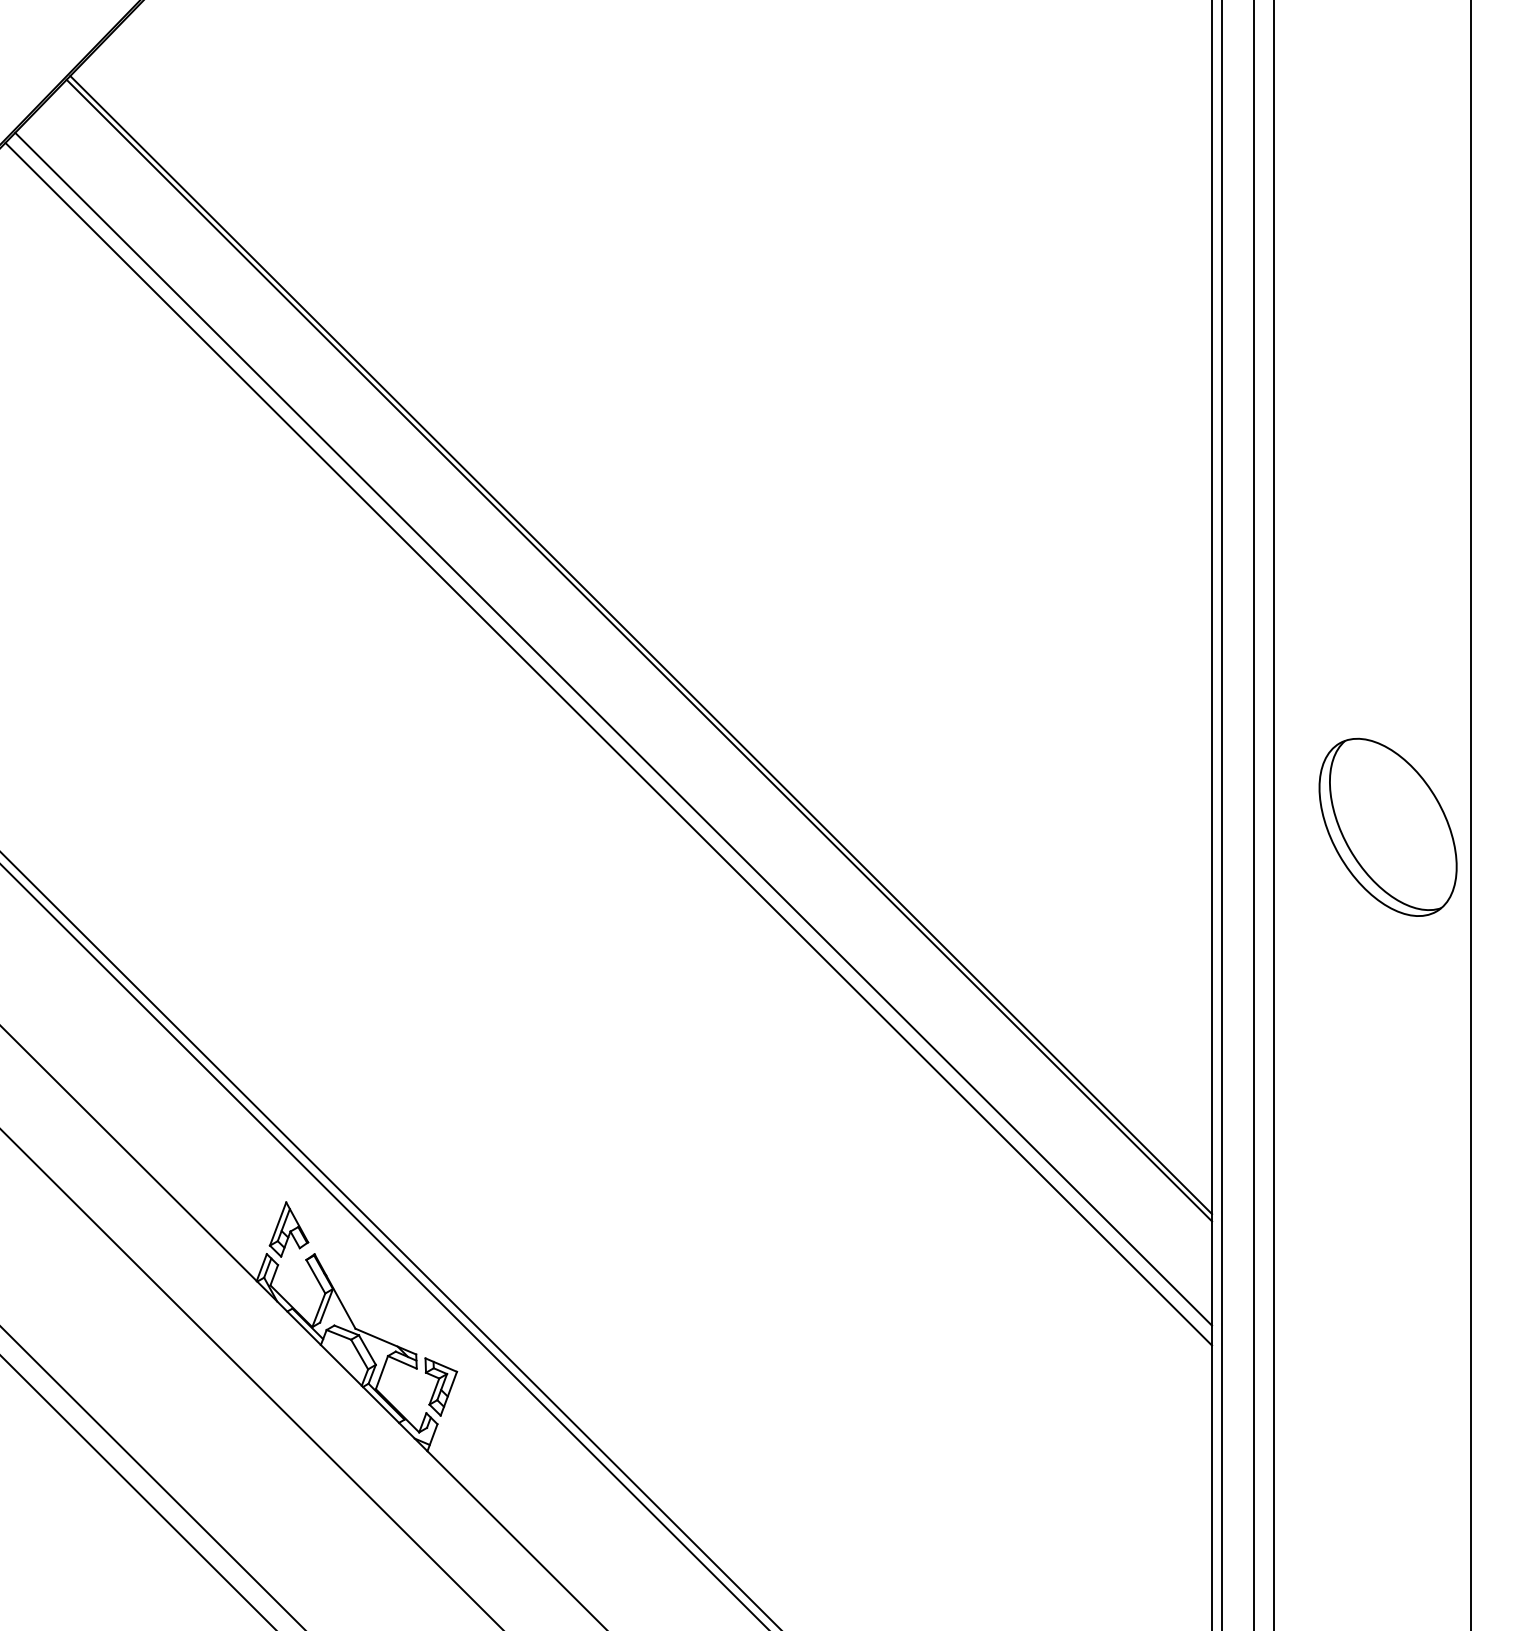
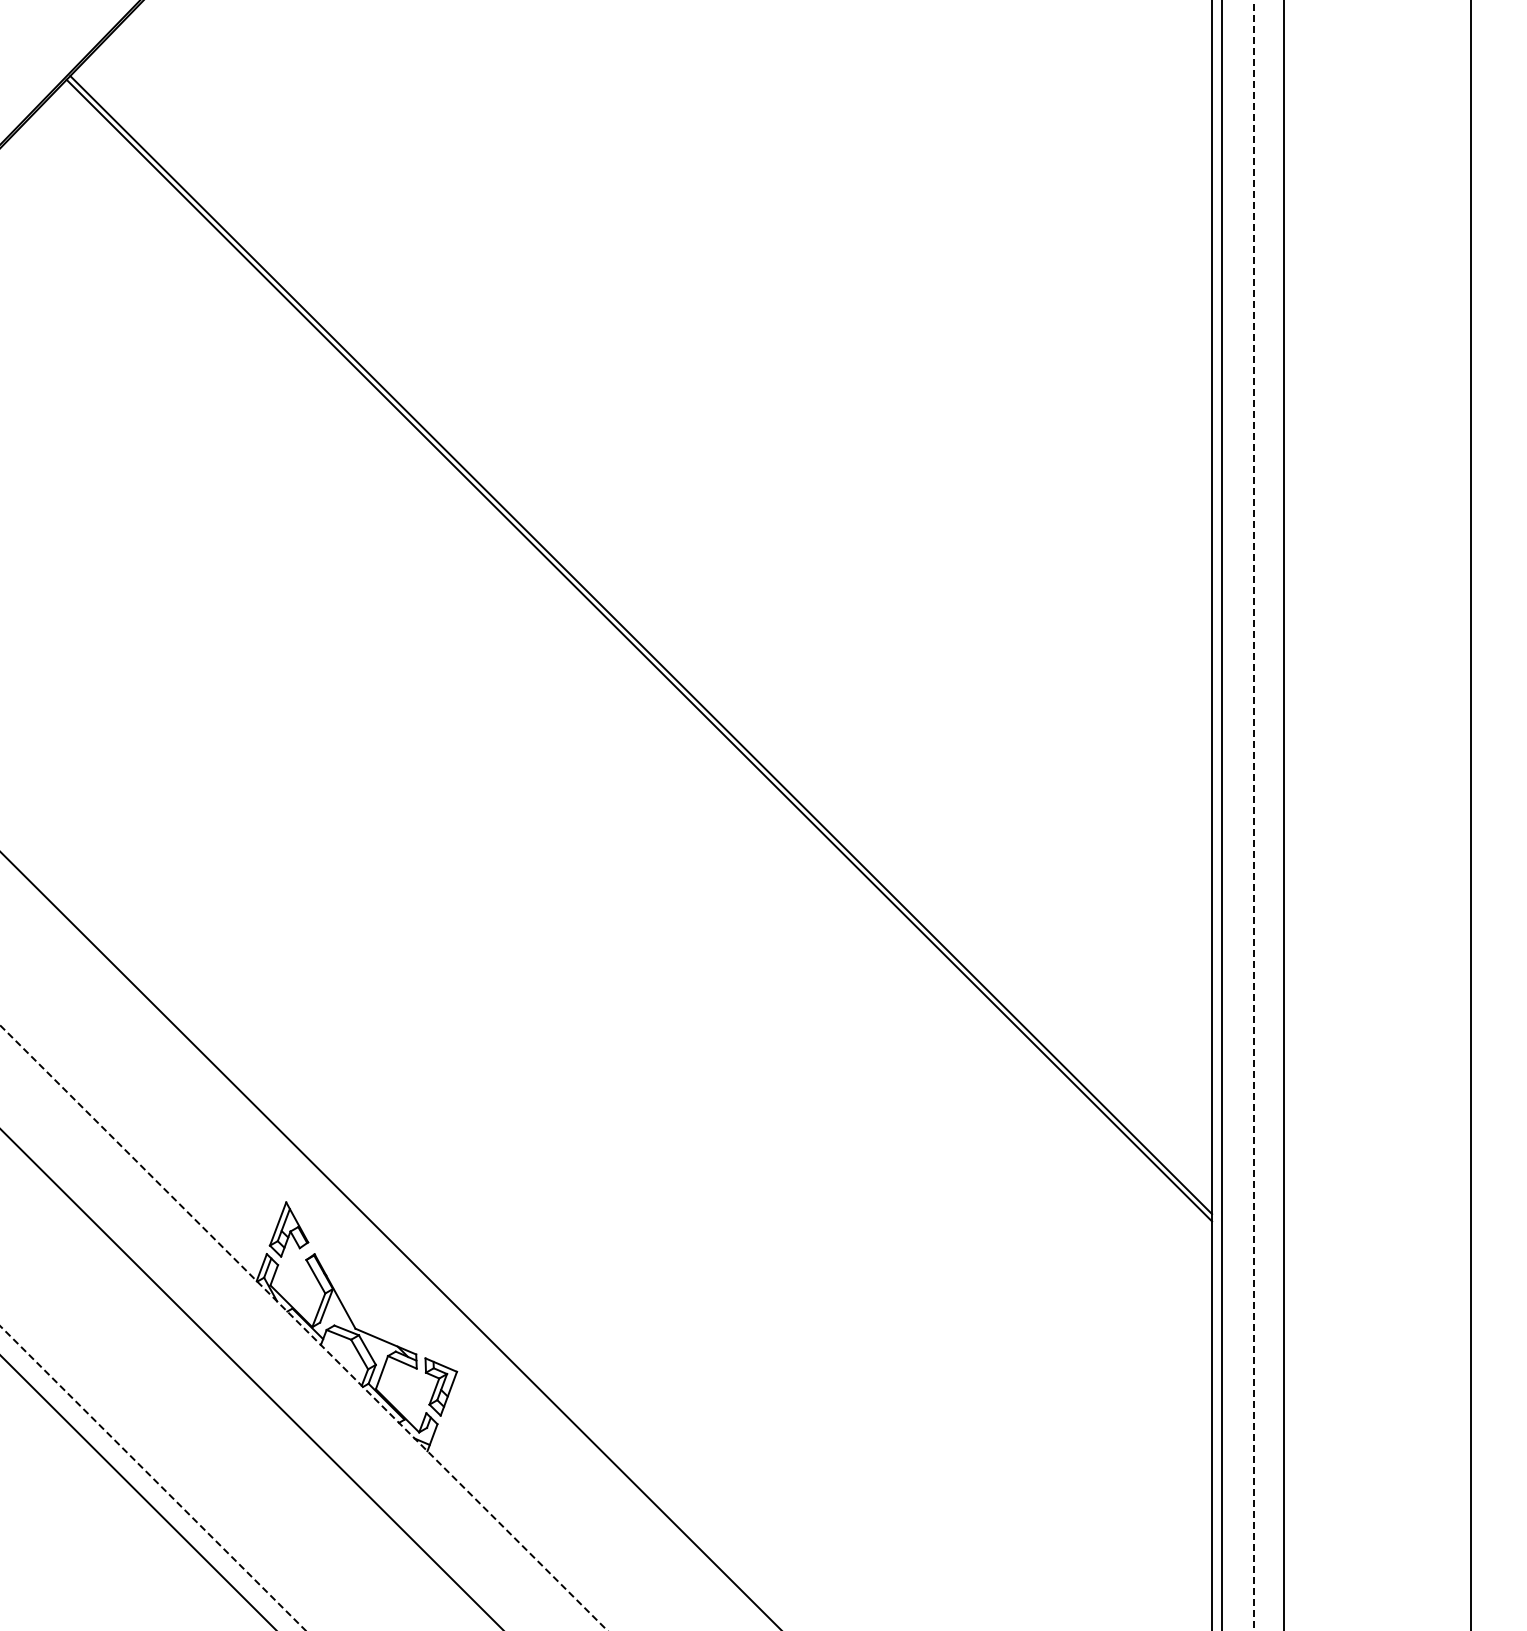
line at (613, 728): present -> none
line at (608, 743): present -> none
line at (1274, 814) position: (1274, 814) -> (1284, 814)
line at (1253, 815): solid -> dashed
part at (1387, 826): present -> none
line at (384, 1246): present -> none
line at (303, 1327): solid -> dashed
line at (153, 1478): solid -> dashed
